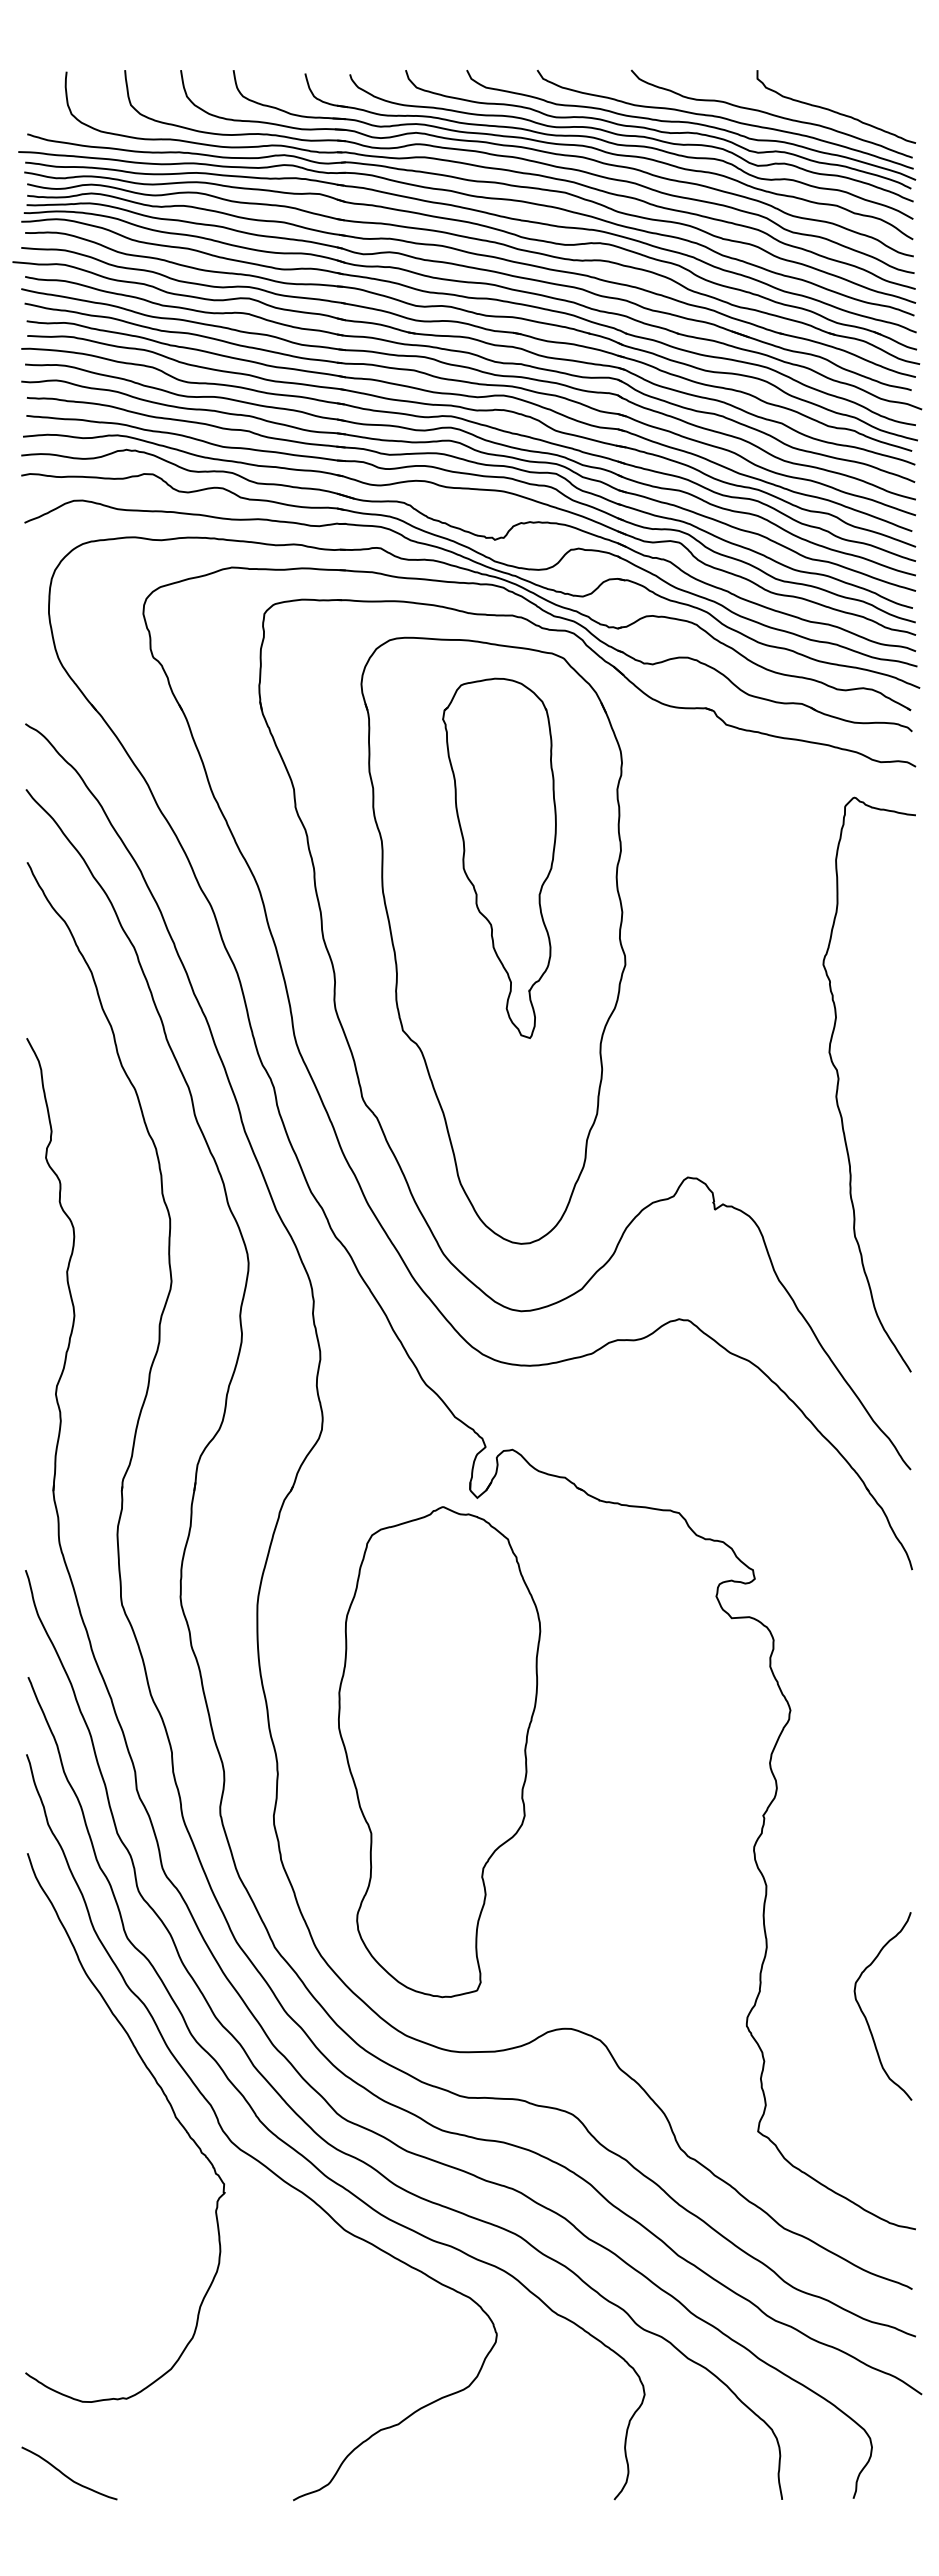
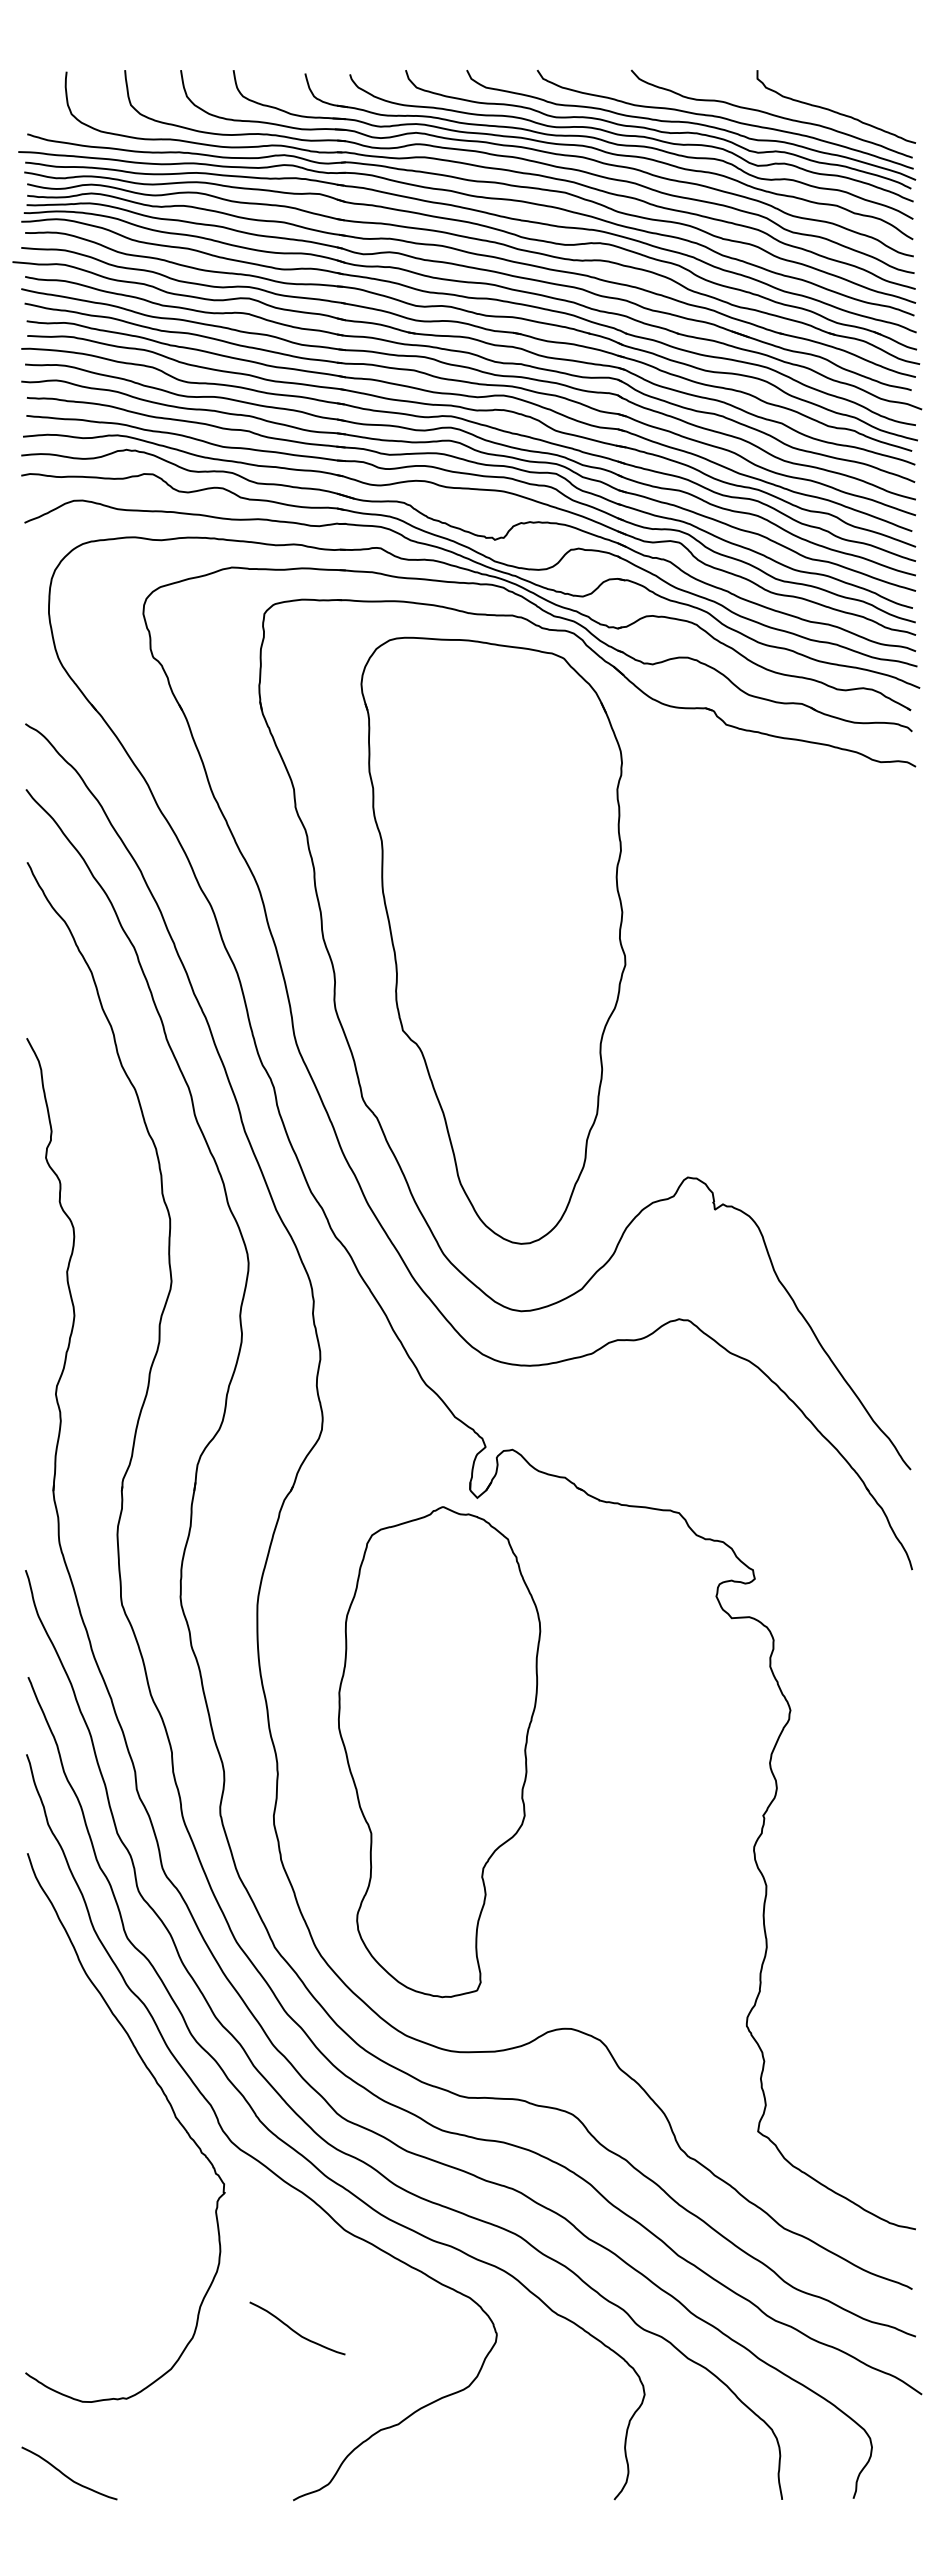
part at (499, 857): present -> none
curve at (839, 1081): present -> none
curve at (865, 2015): present -> none
curve at (296, 2331): none -> present
